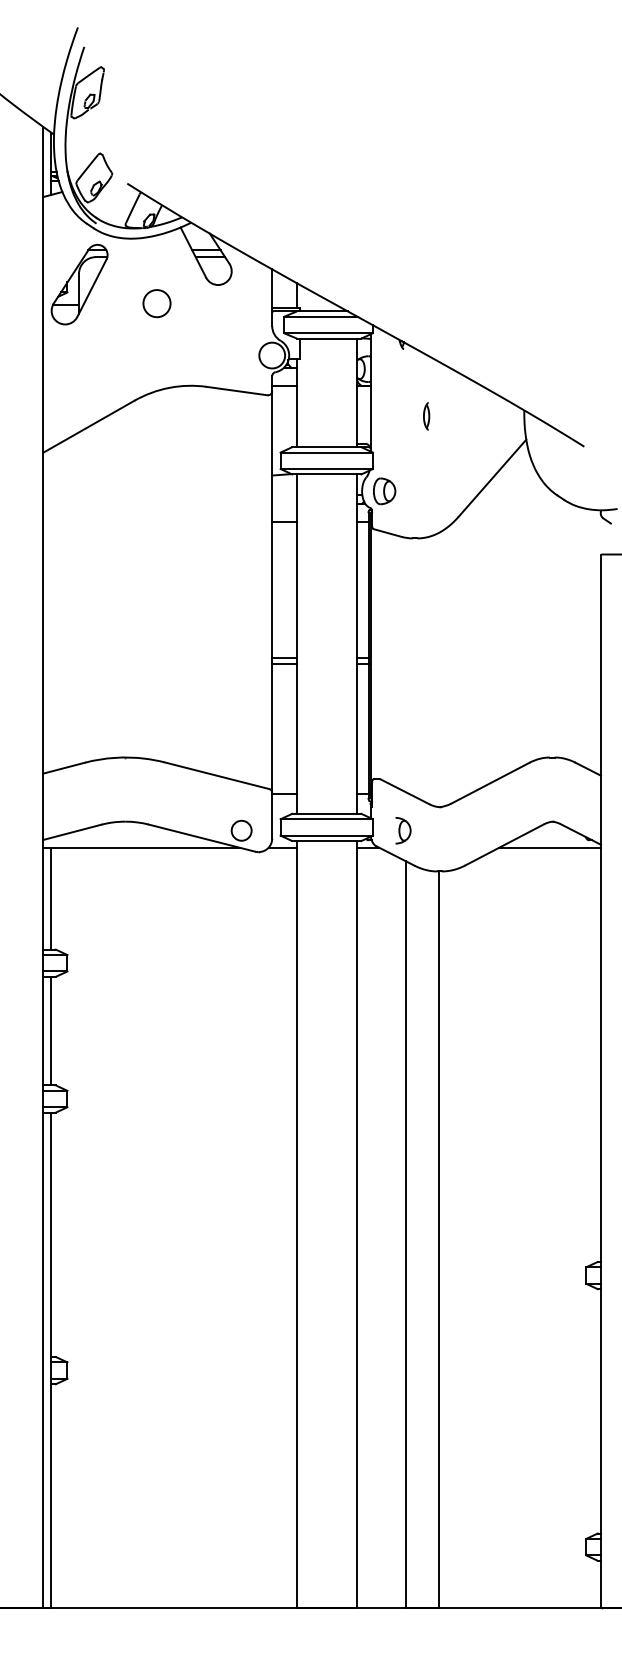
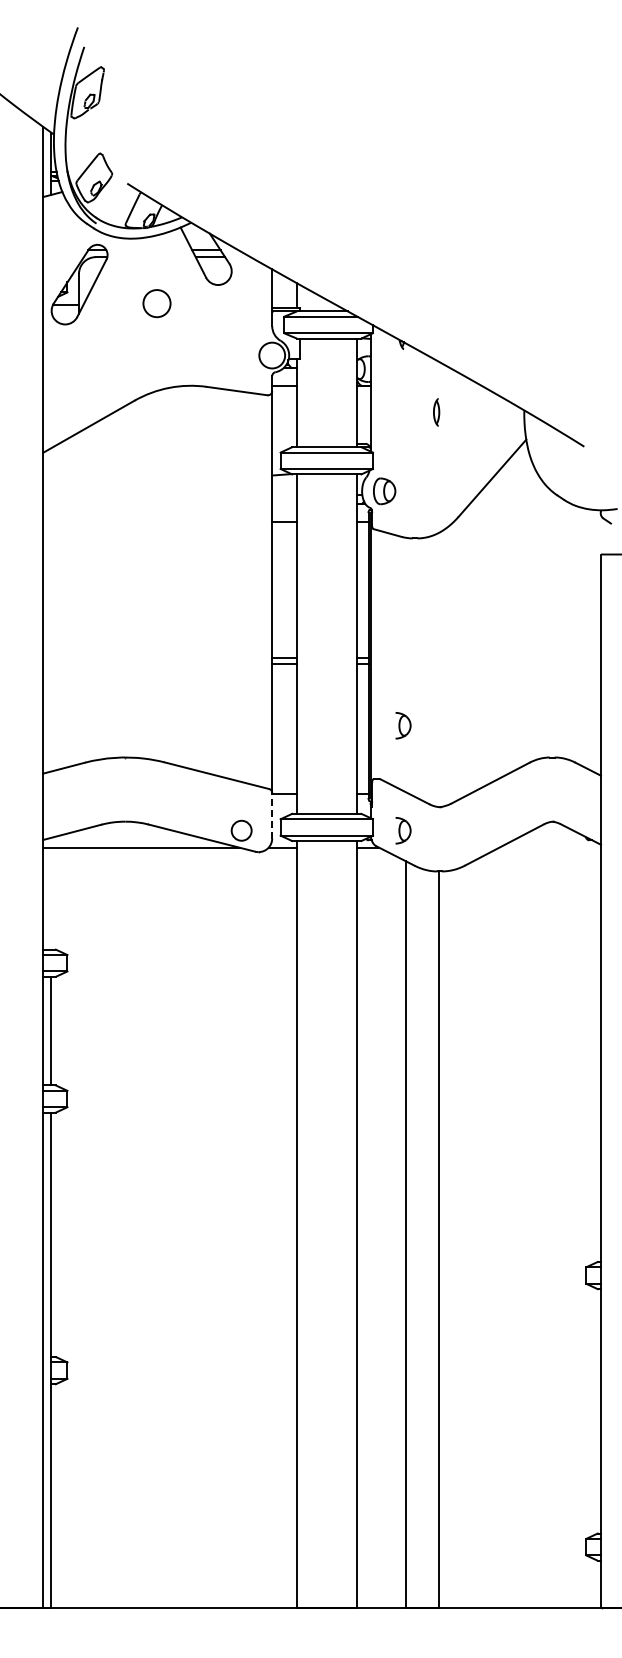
part at (426, 416) position: (426, 416) -> (436, 412)
part at (403, 725): none -> present
line at (272, 815): solid -> dashed
line at (549, 847): present -> none
line at (51, 898): present -> none
